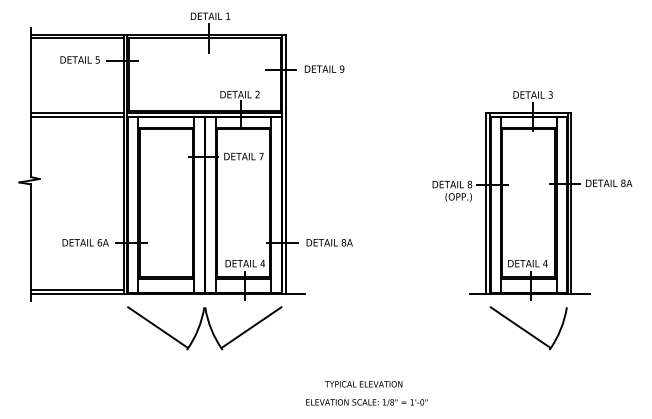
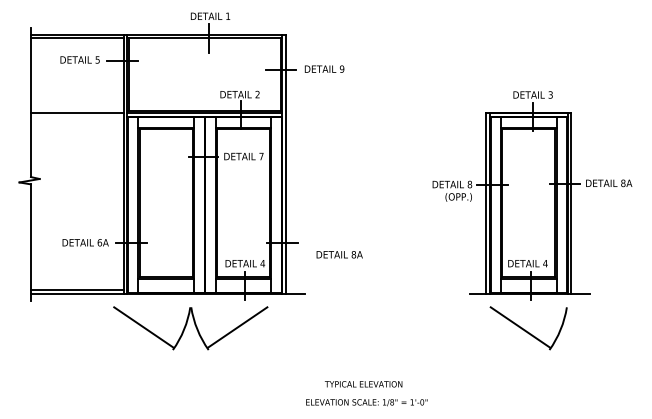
line at (76, 117): present -> none
text at (329, 242) position: (329, 242) -> (339, 254)
part at (204, 328) position: (204, 328) -> (190, 328)
